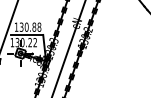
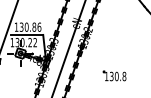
text at (39, 26): 130.88 -> 130.86
part at (114, 75): none -> present
